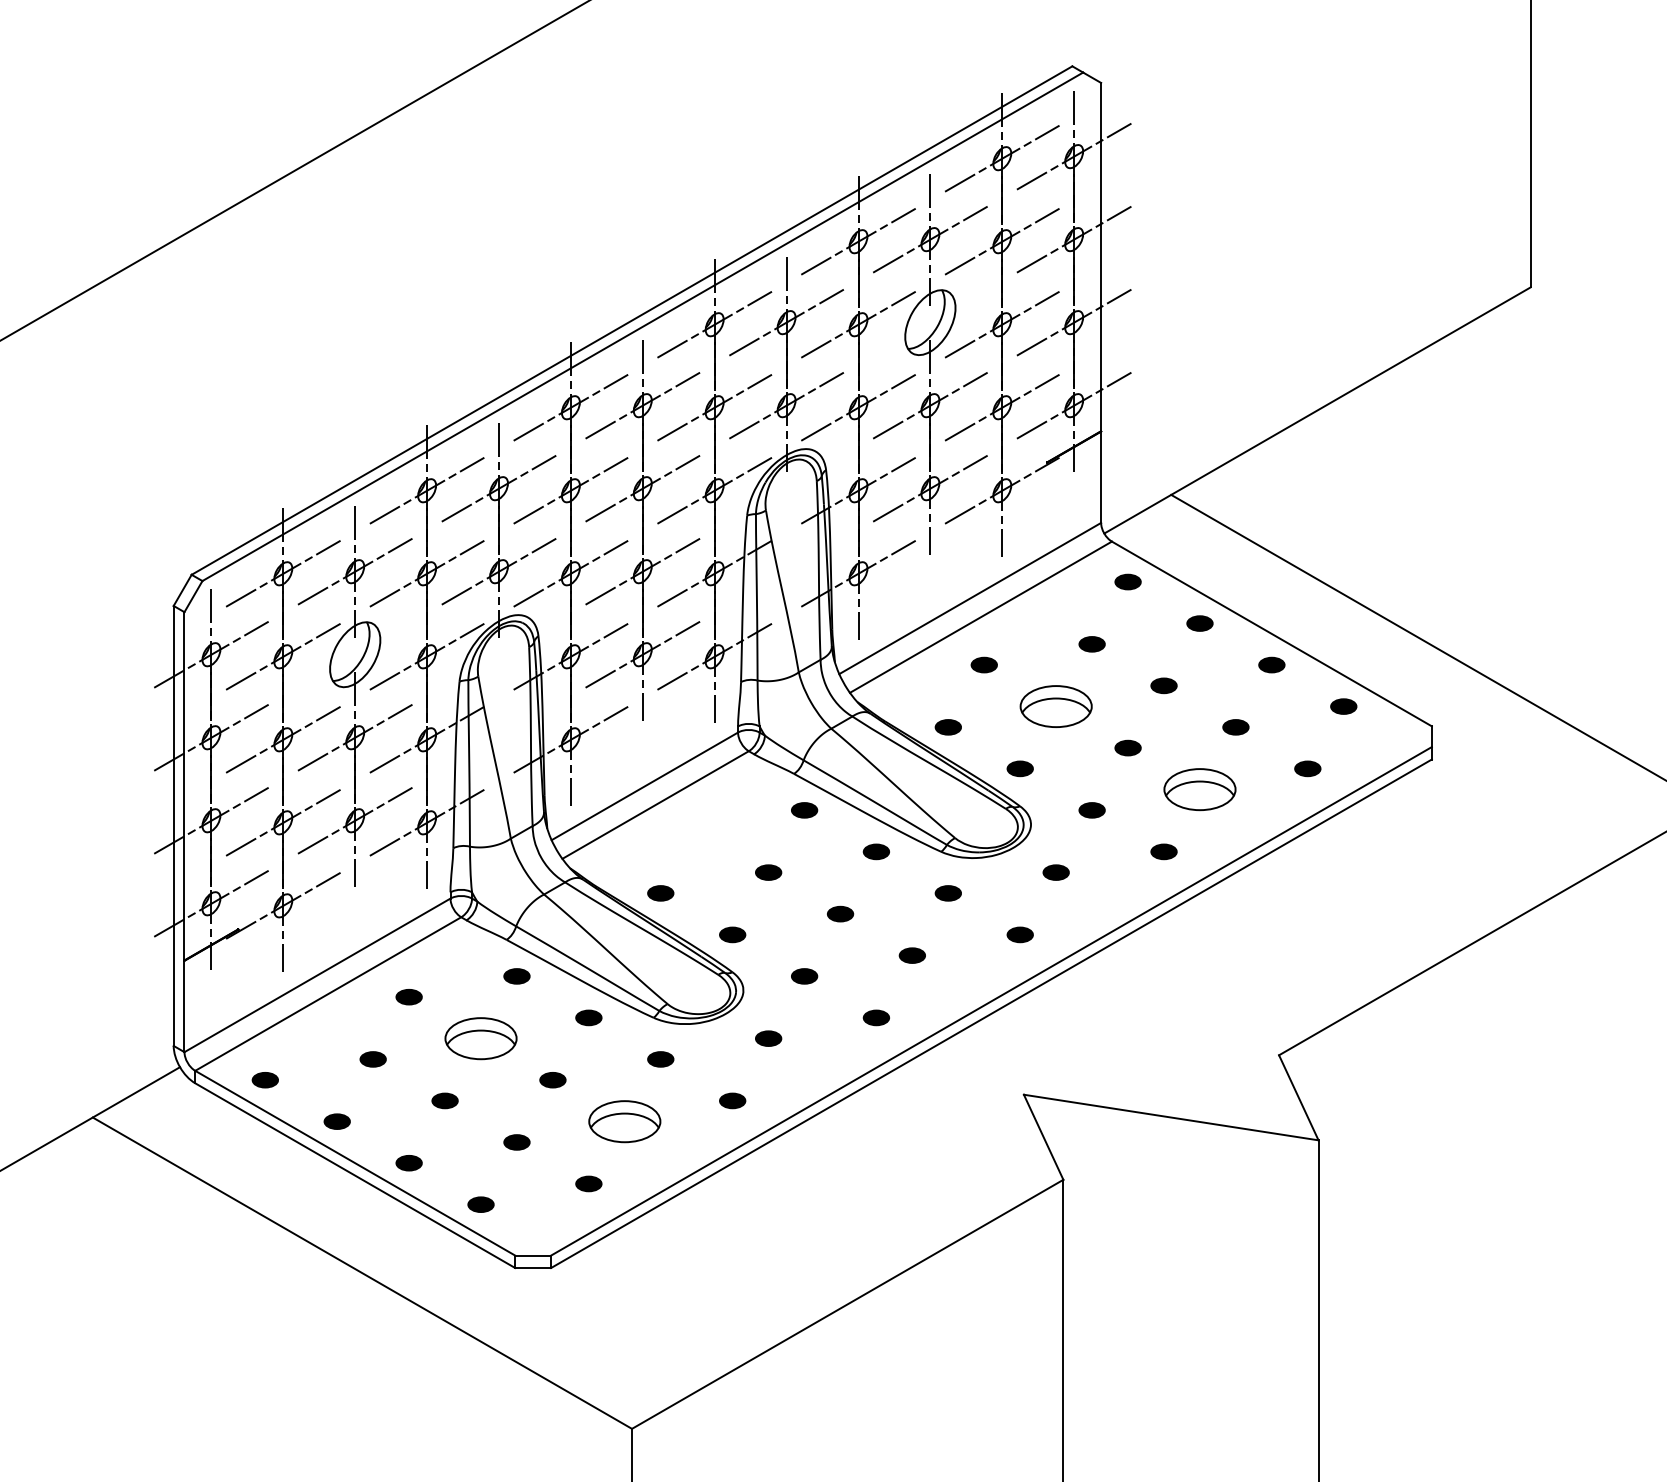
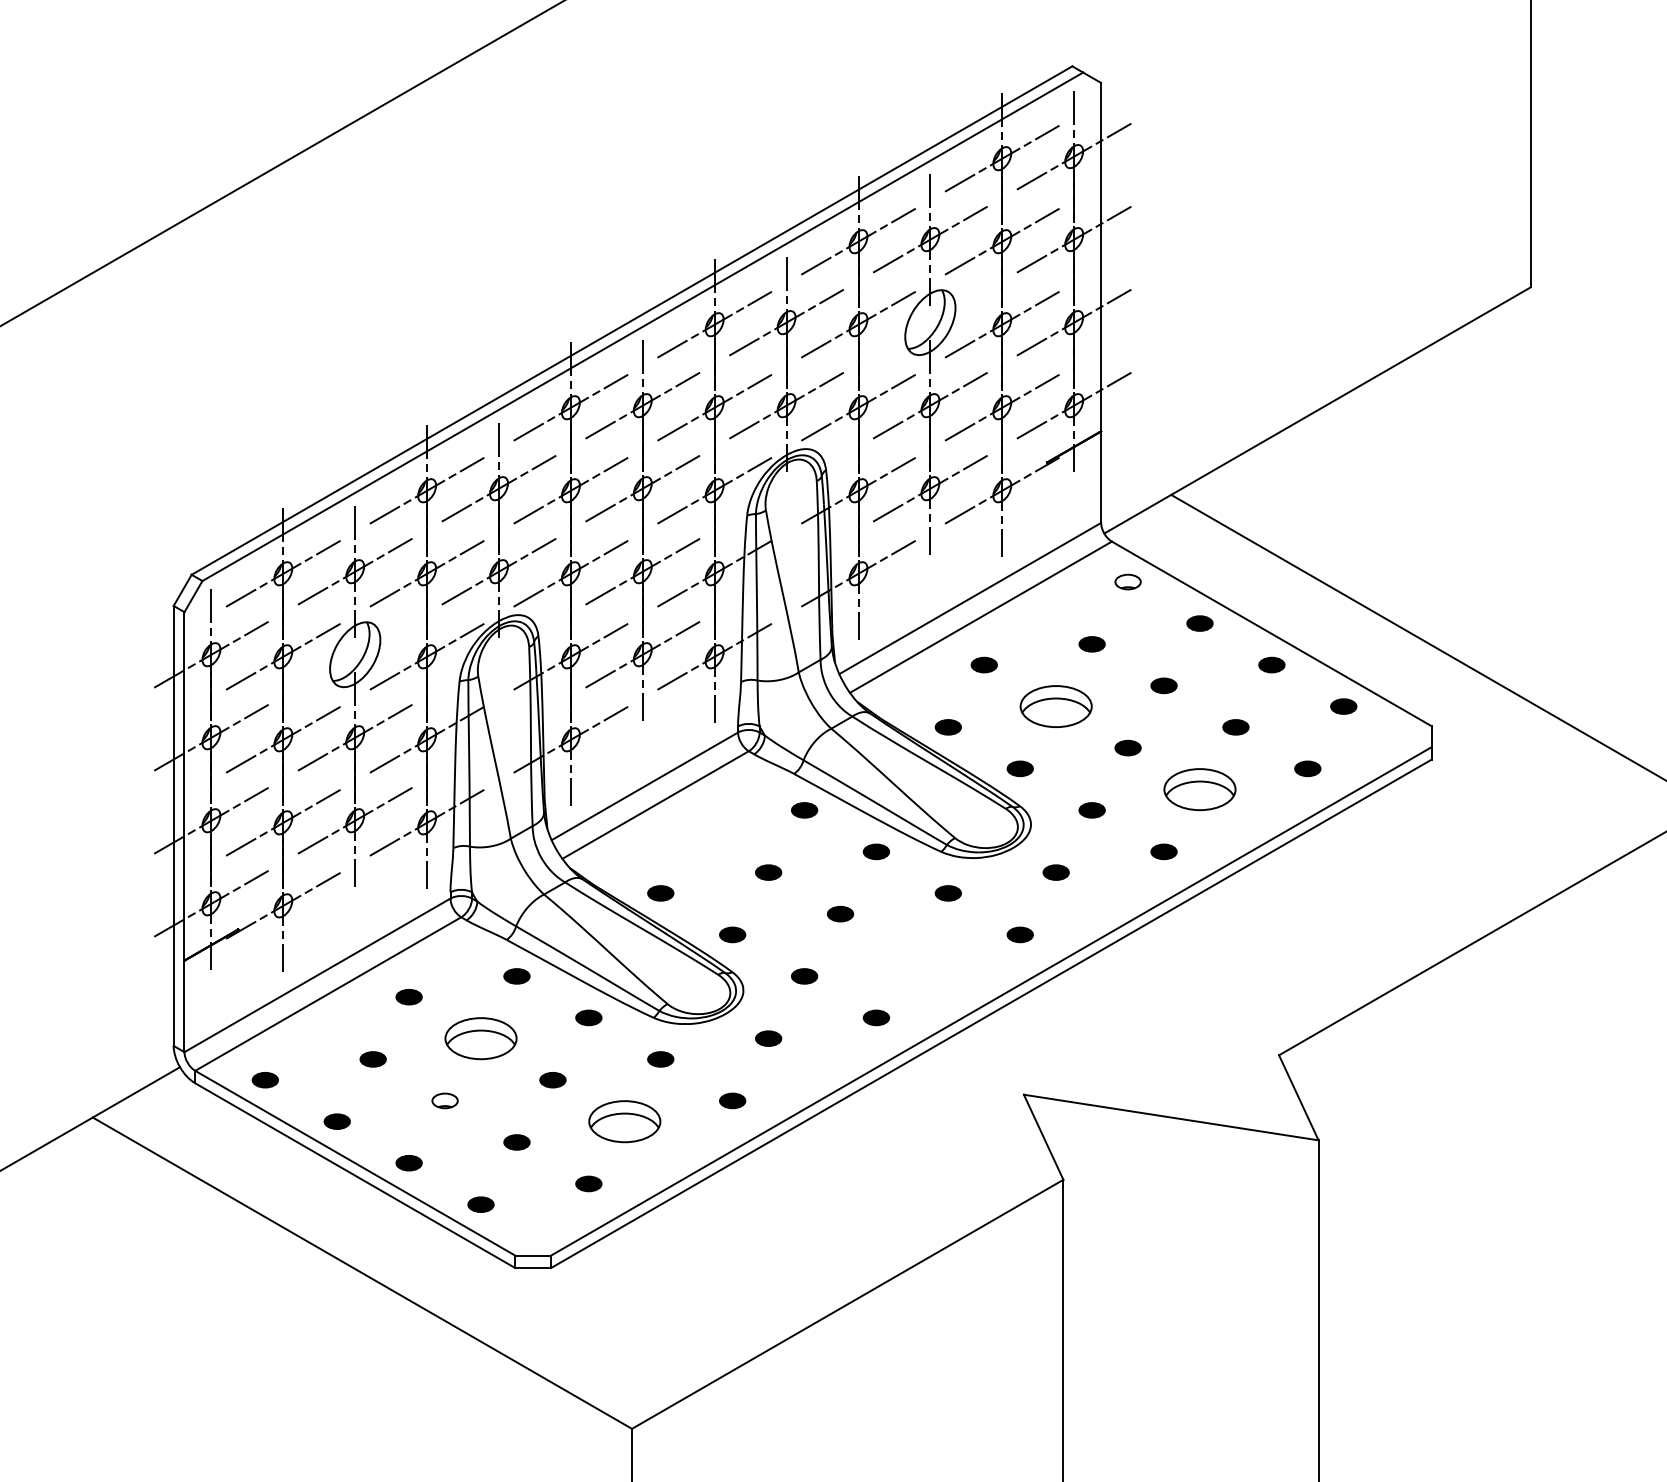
line at (294, 170) position: (294, 170) -> (281, 163)
fill at (1127, 581): present -> none
part at (911, 955): present -> none
fill at (444, 1100): present -> none
